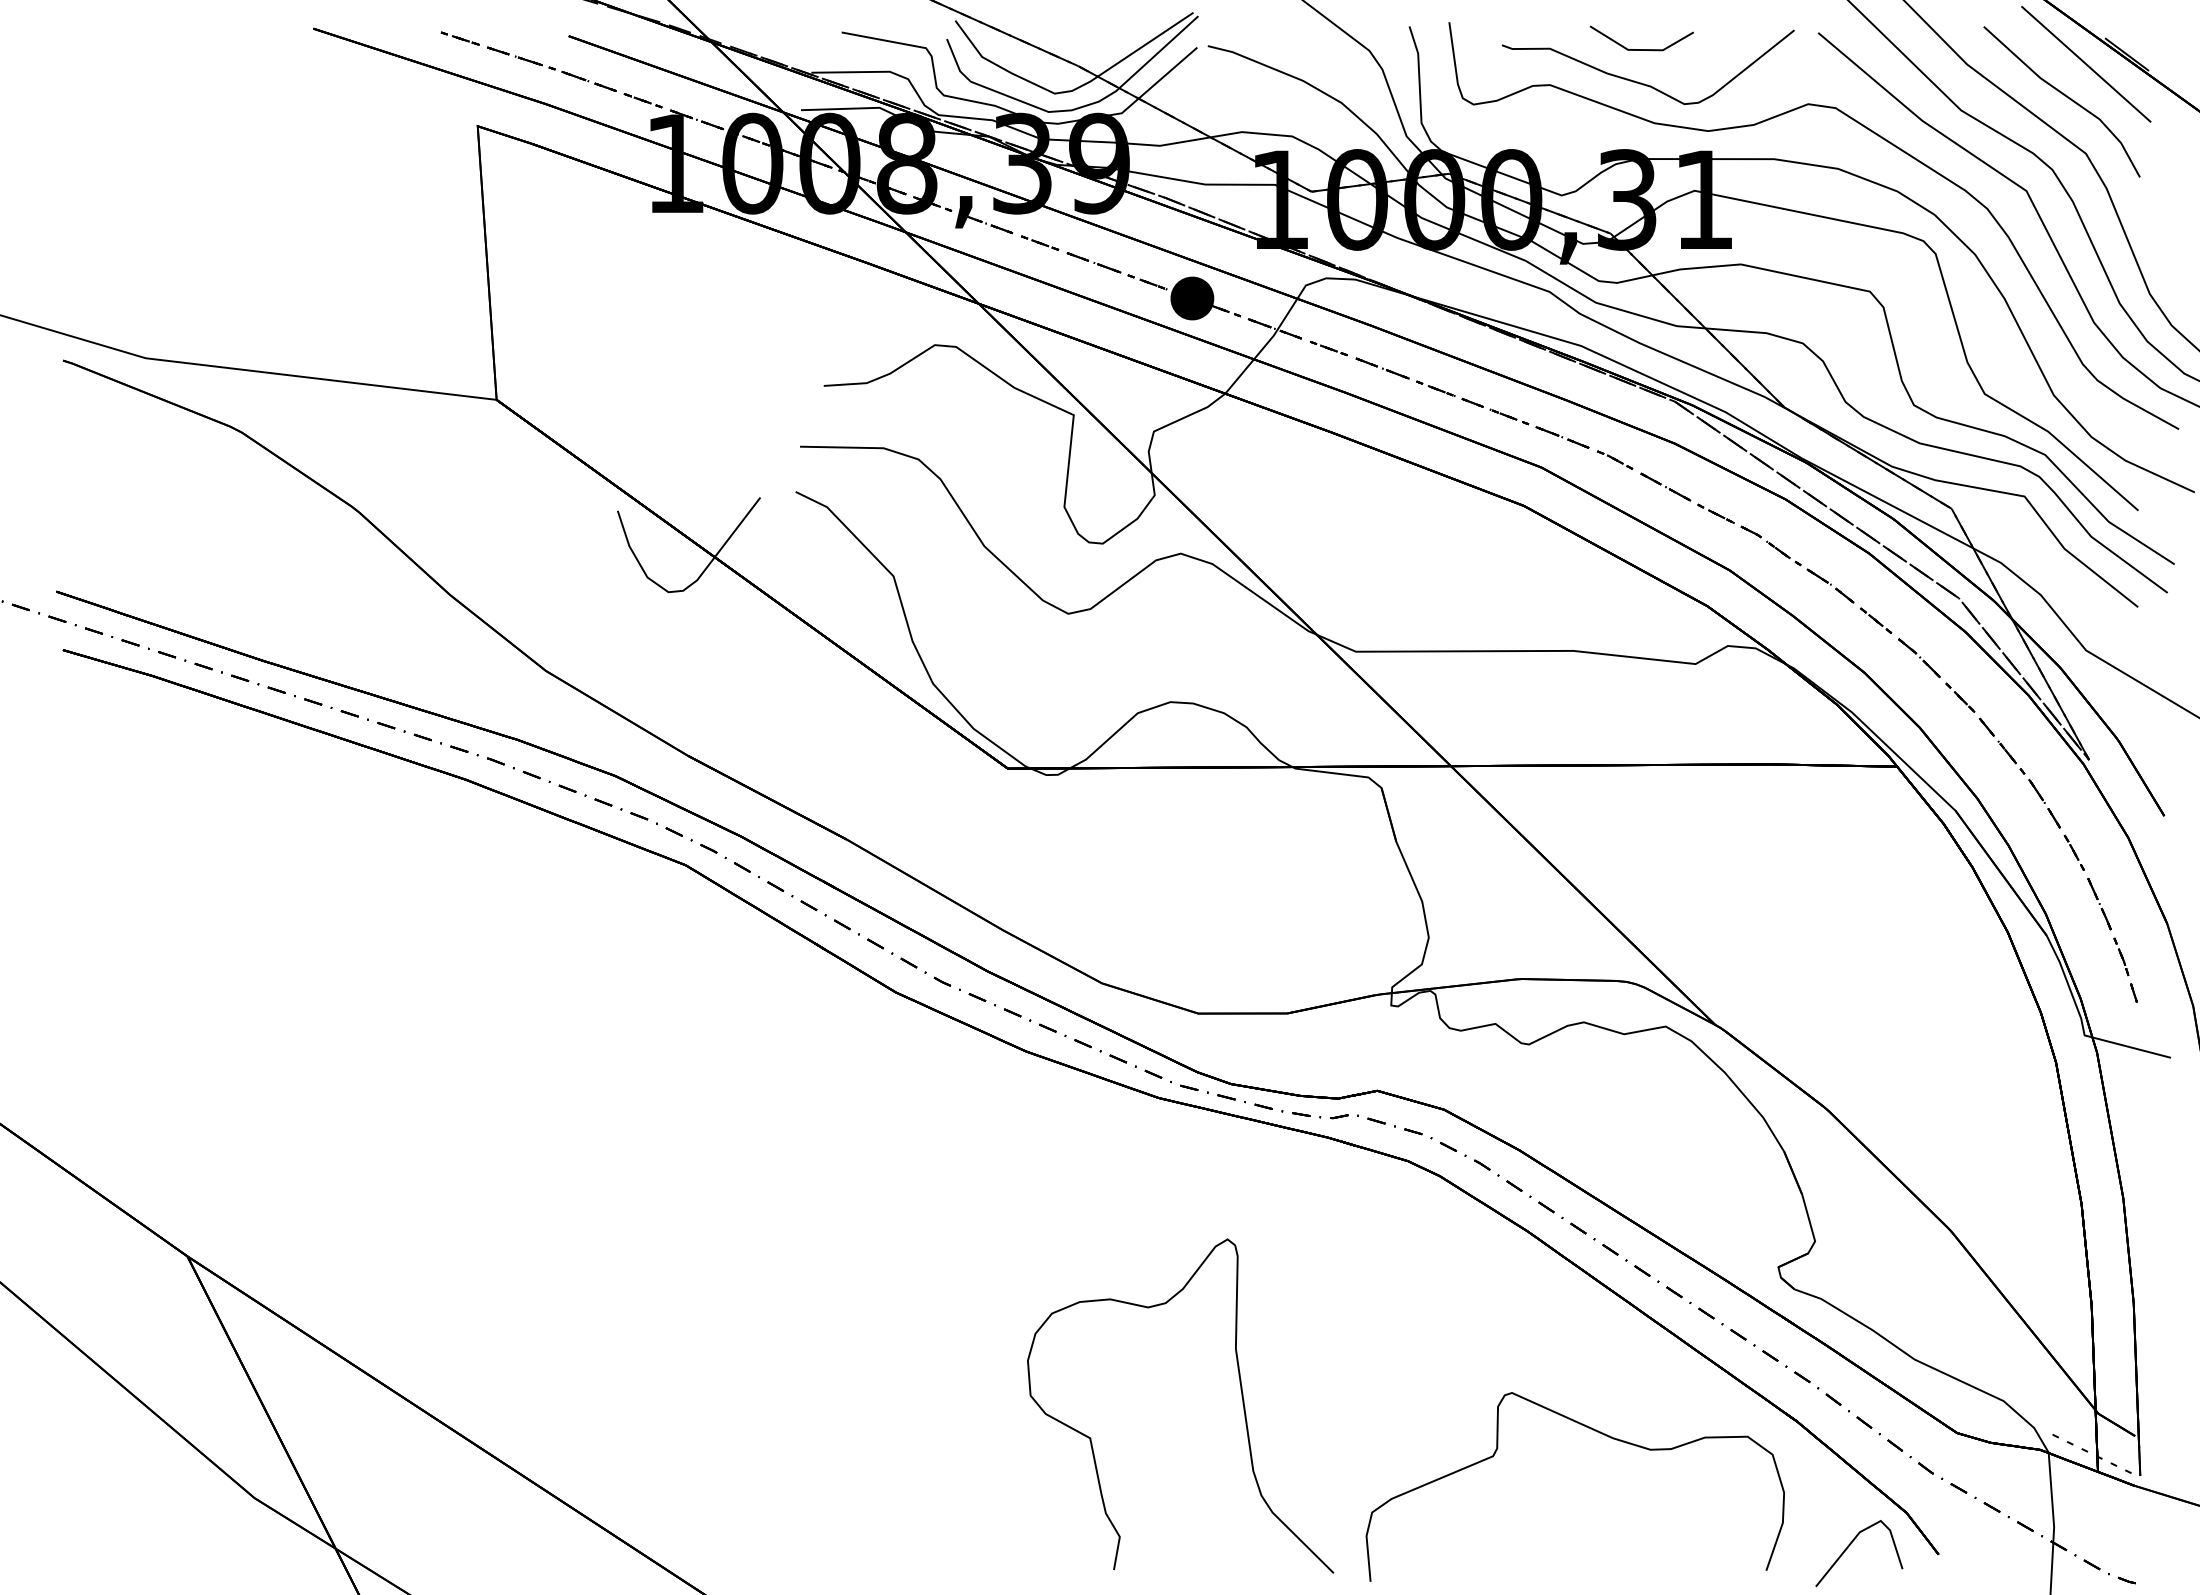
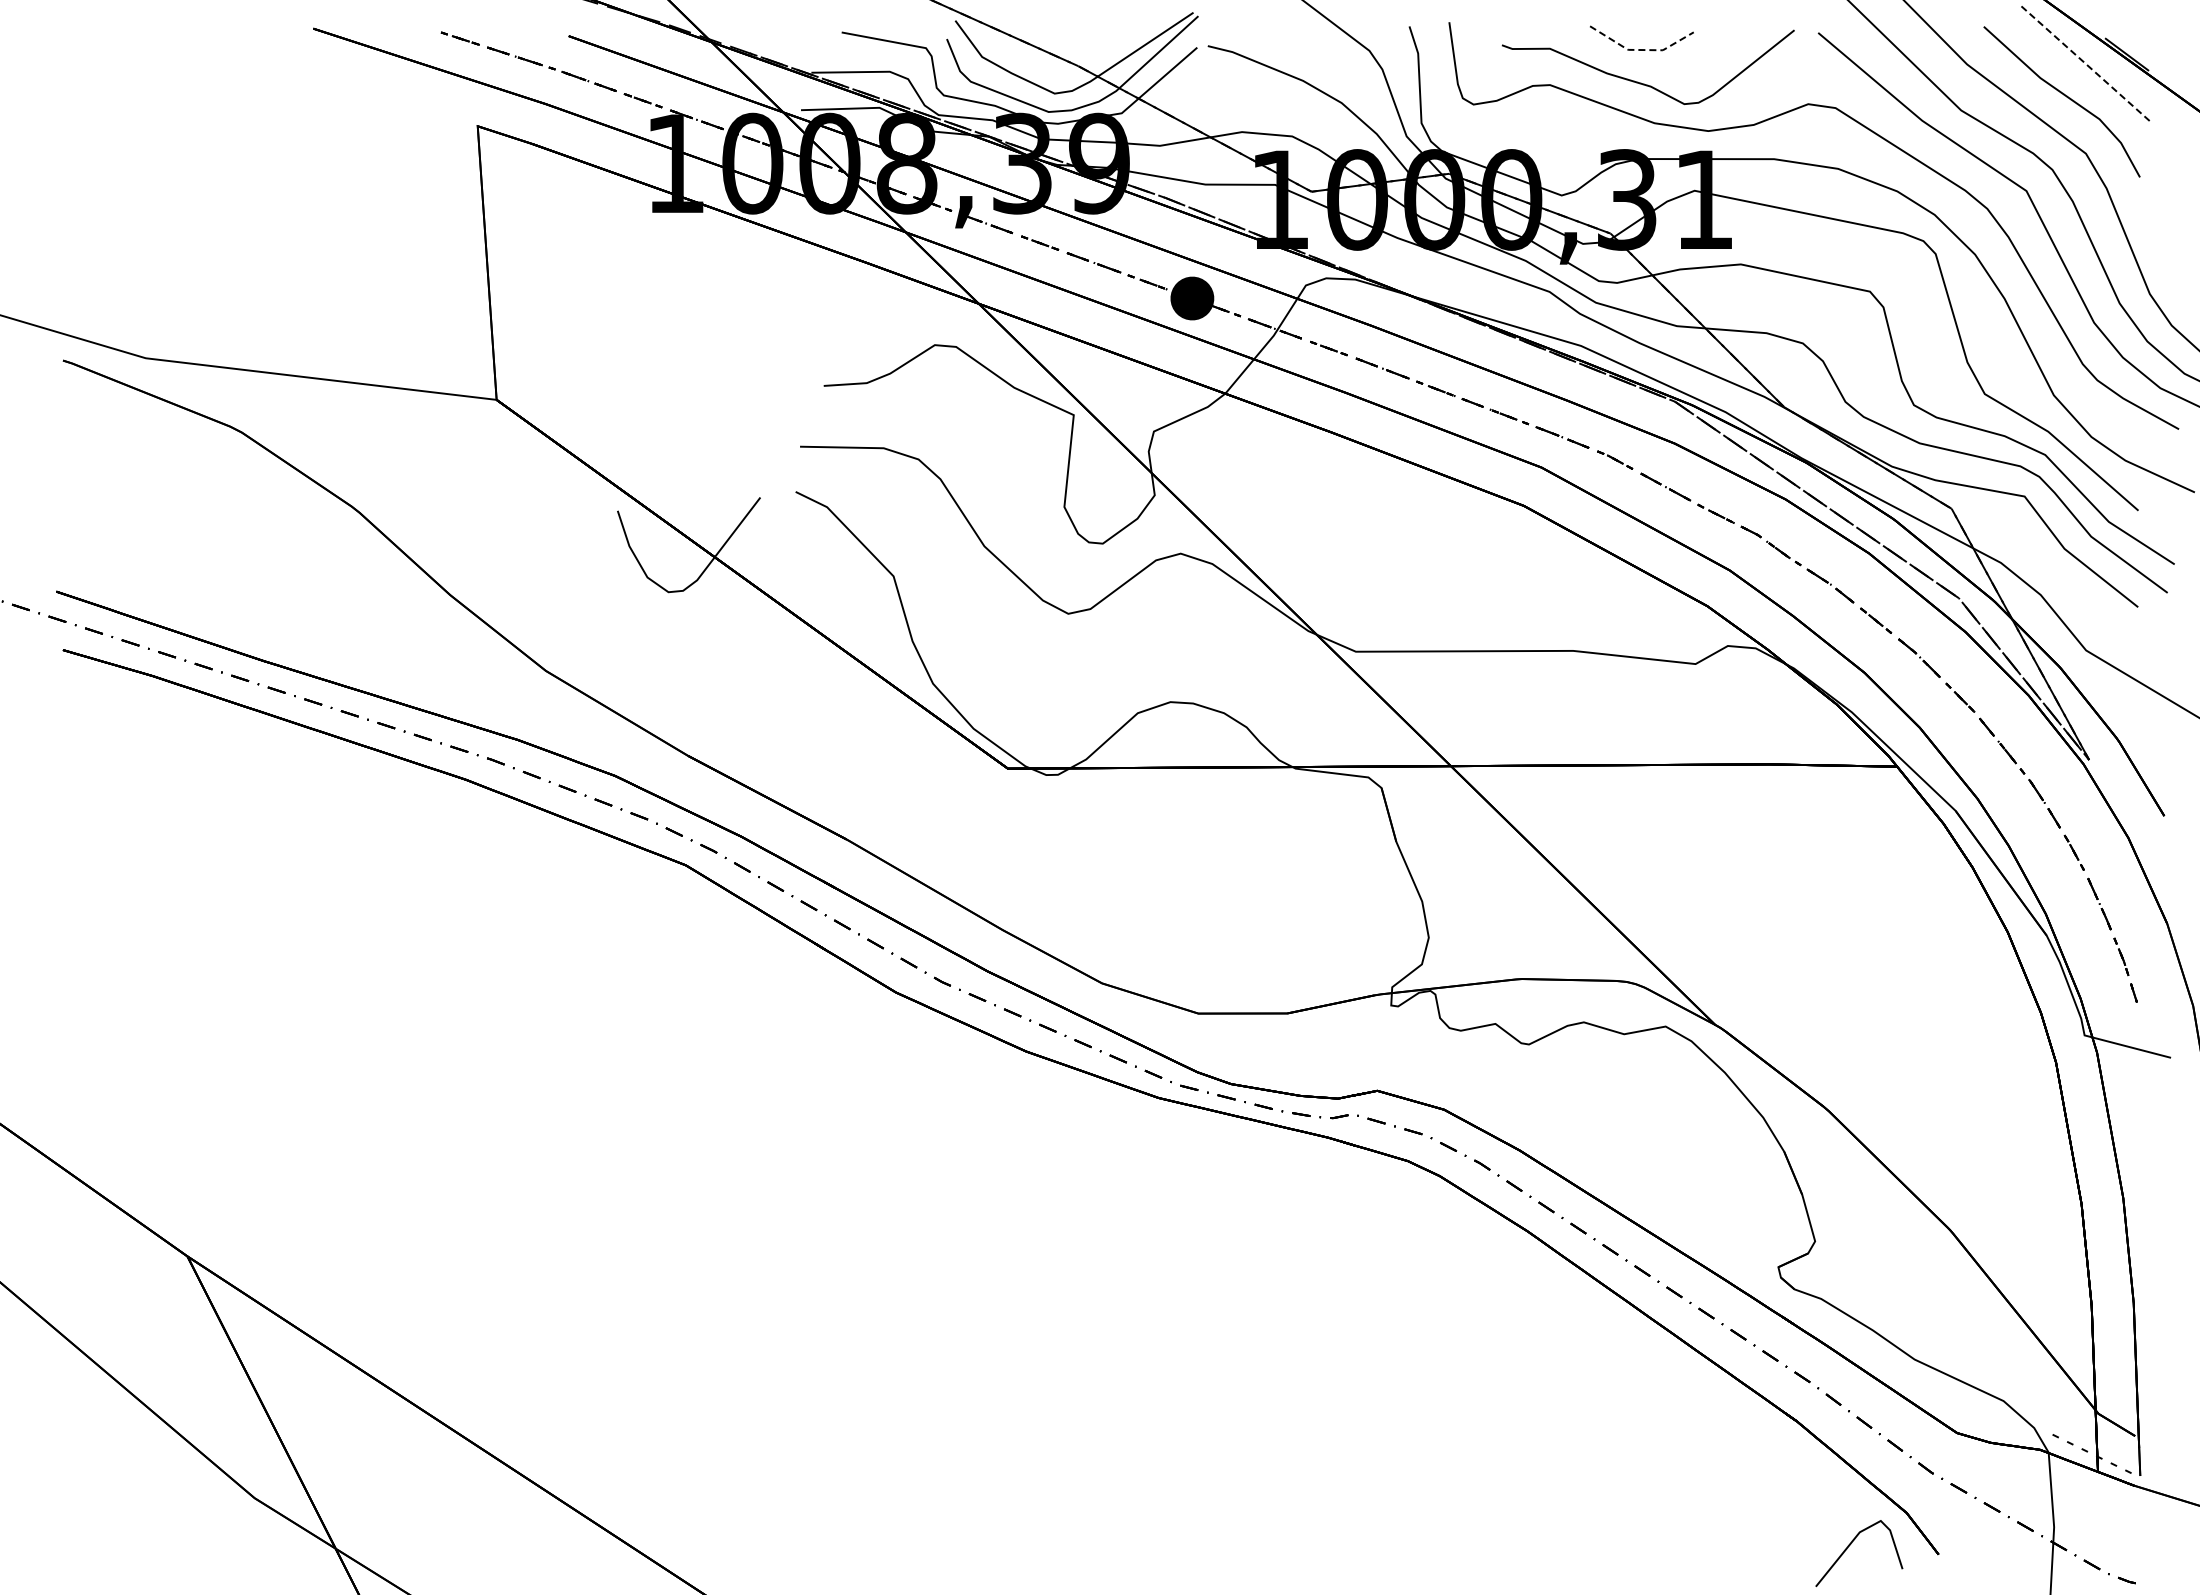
line at (1641, 50): solid -> dashed
line at (2086, 64): solid -> dashed
curve at (1241, 1397): present -> none
curve at (1601, 1434): present -> none
